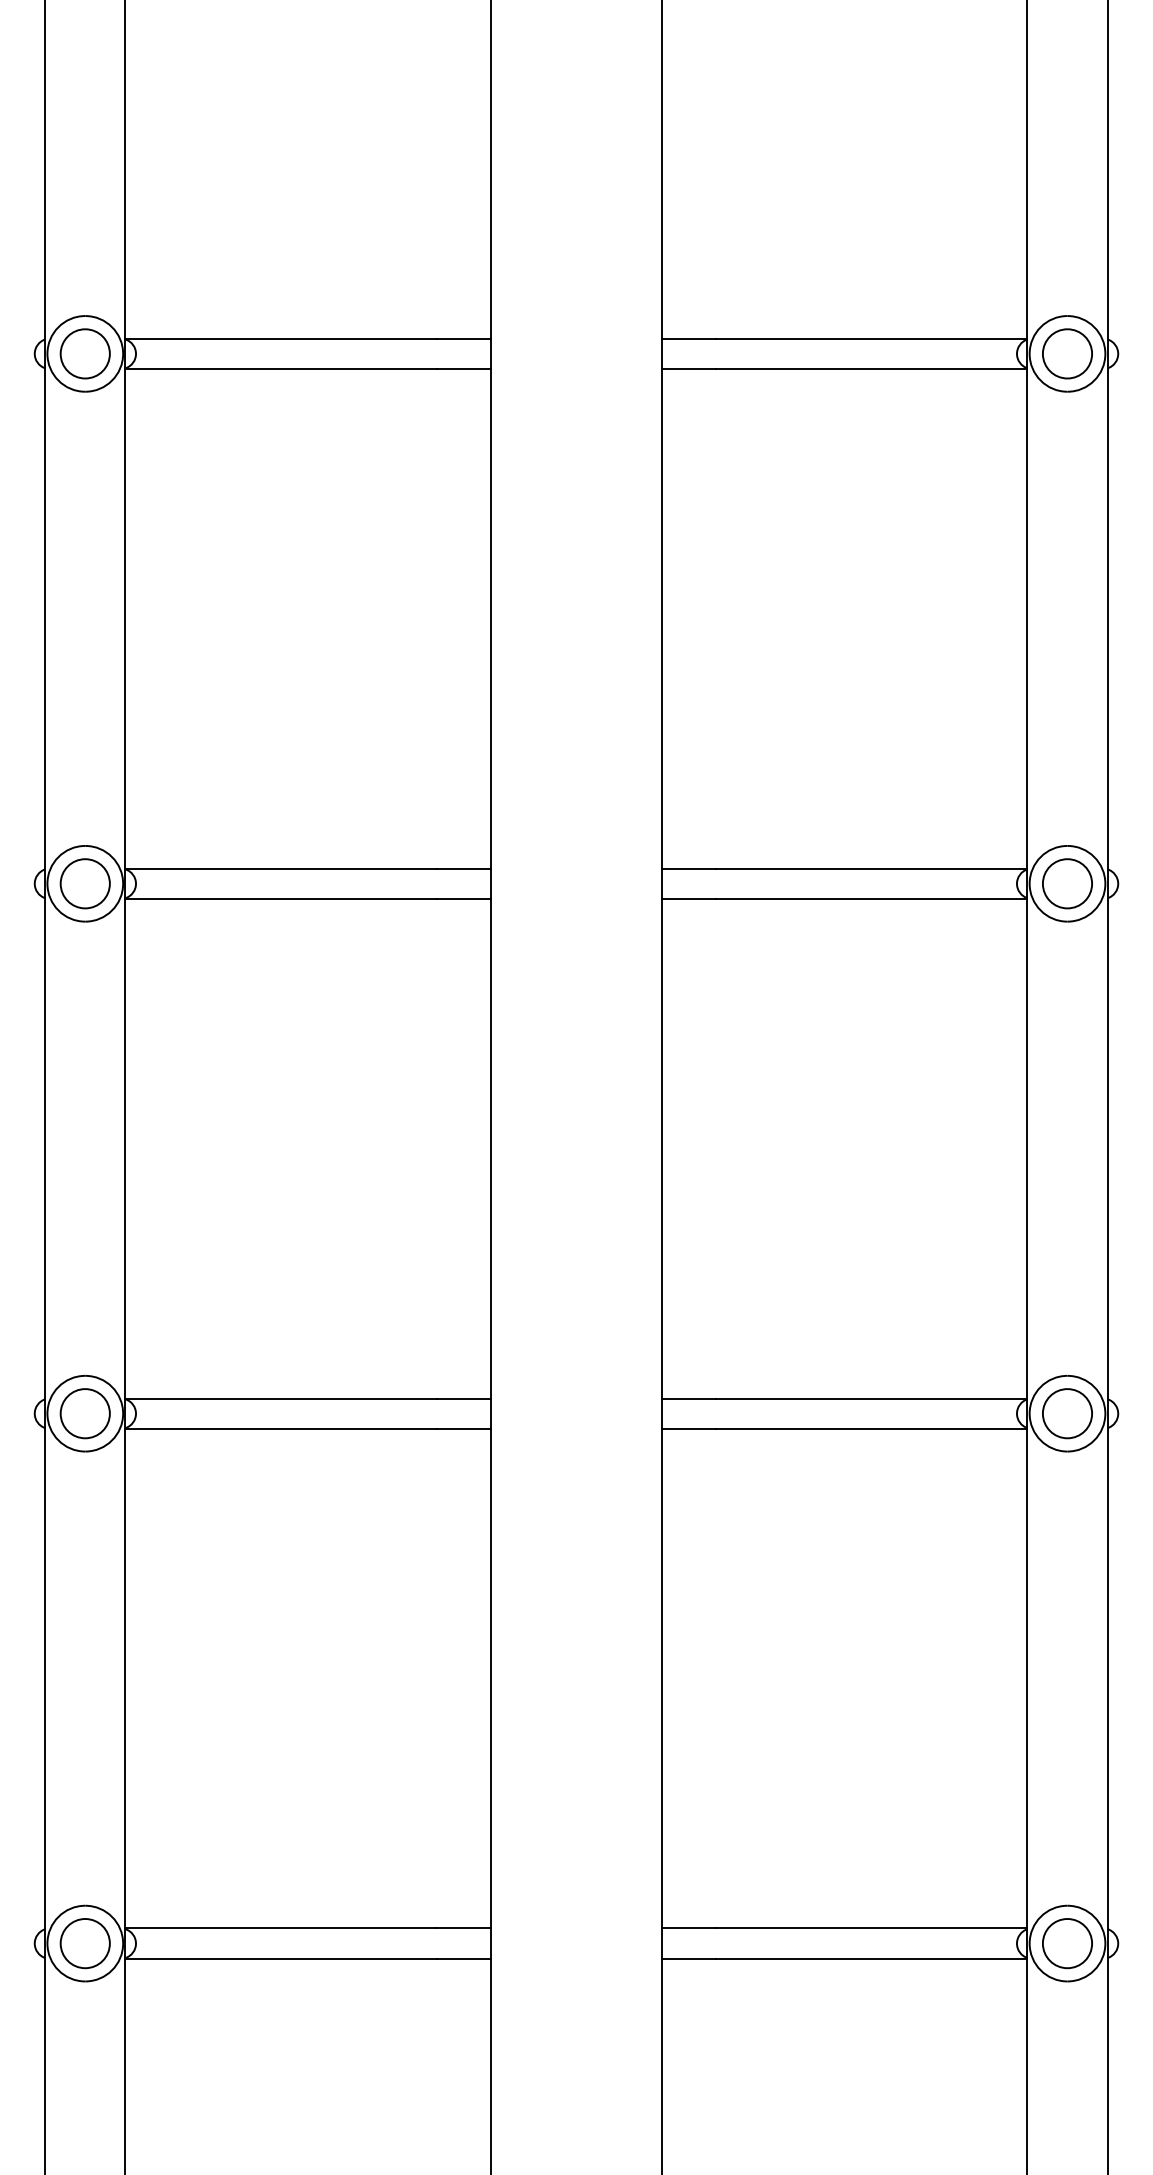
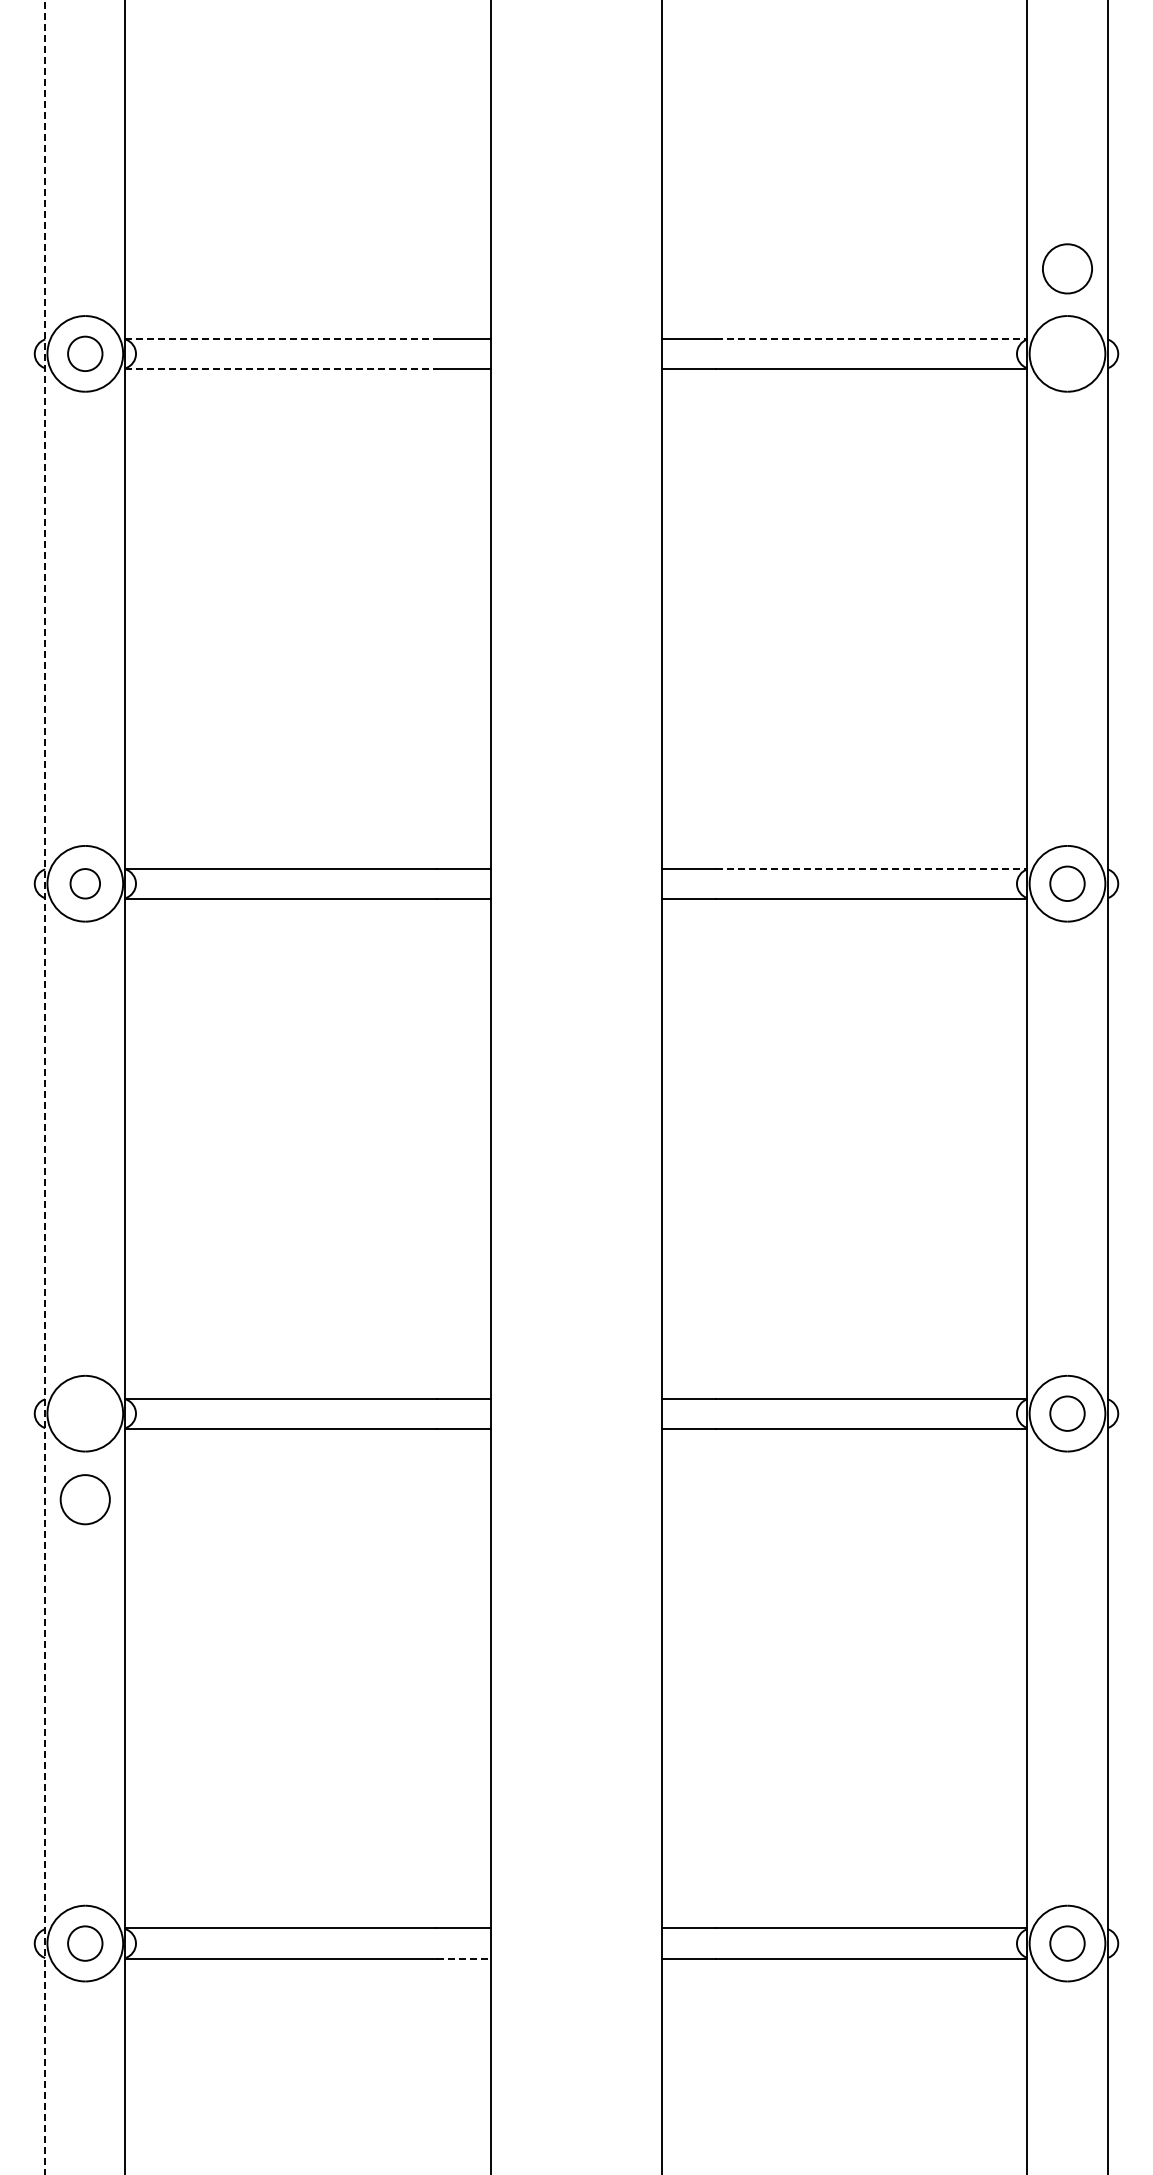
line at (280, 338): solid -> dashed
line at (872, 338): solid -> dashed
circle at (84, 353) diameter: 49 px -> 34 px
circle at (1067, 353) position: (1067, 353) -> (1067, 268)
line at (280, 369): solid -> dashed
line at (872, 868): solid -> dashed
circle at (84, 883) diameter: 49 px -> 30 px
circle at (1067, 883) diameter: 49 px -> 34 px
line at (45, 1087): solid -> dashed
circle at (84, 1413) position: (84, 1413) -> (84, 1499)
circle at (1067, 1413) diameter: 49 px -> 34 px
circle at (84, 1943) diameter: 49 px -> 34 px
circle at (1067, 1943) diameter: 49 px -> 34 px
line at (464, 1958): solid -> dashed
